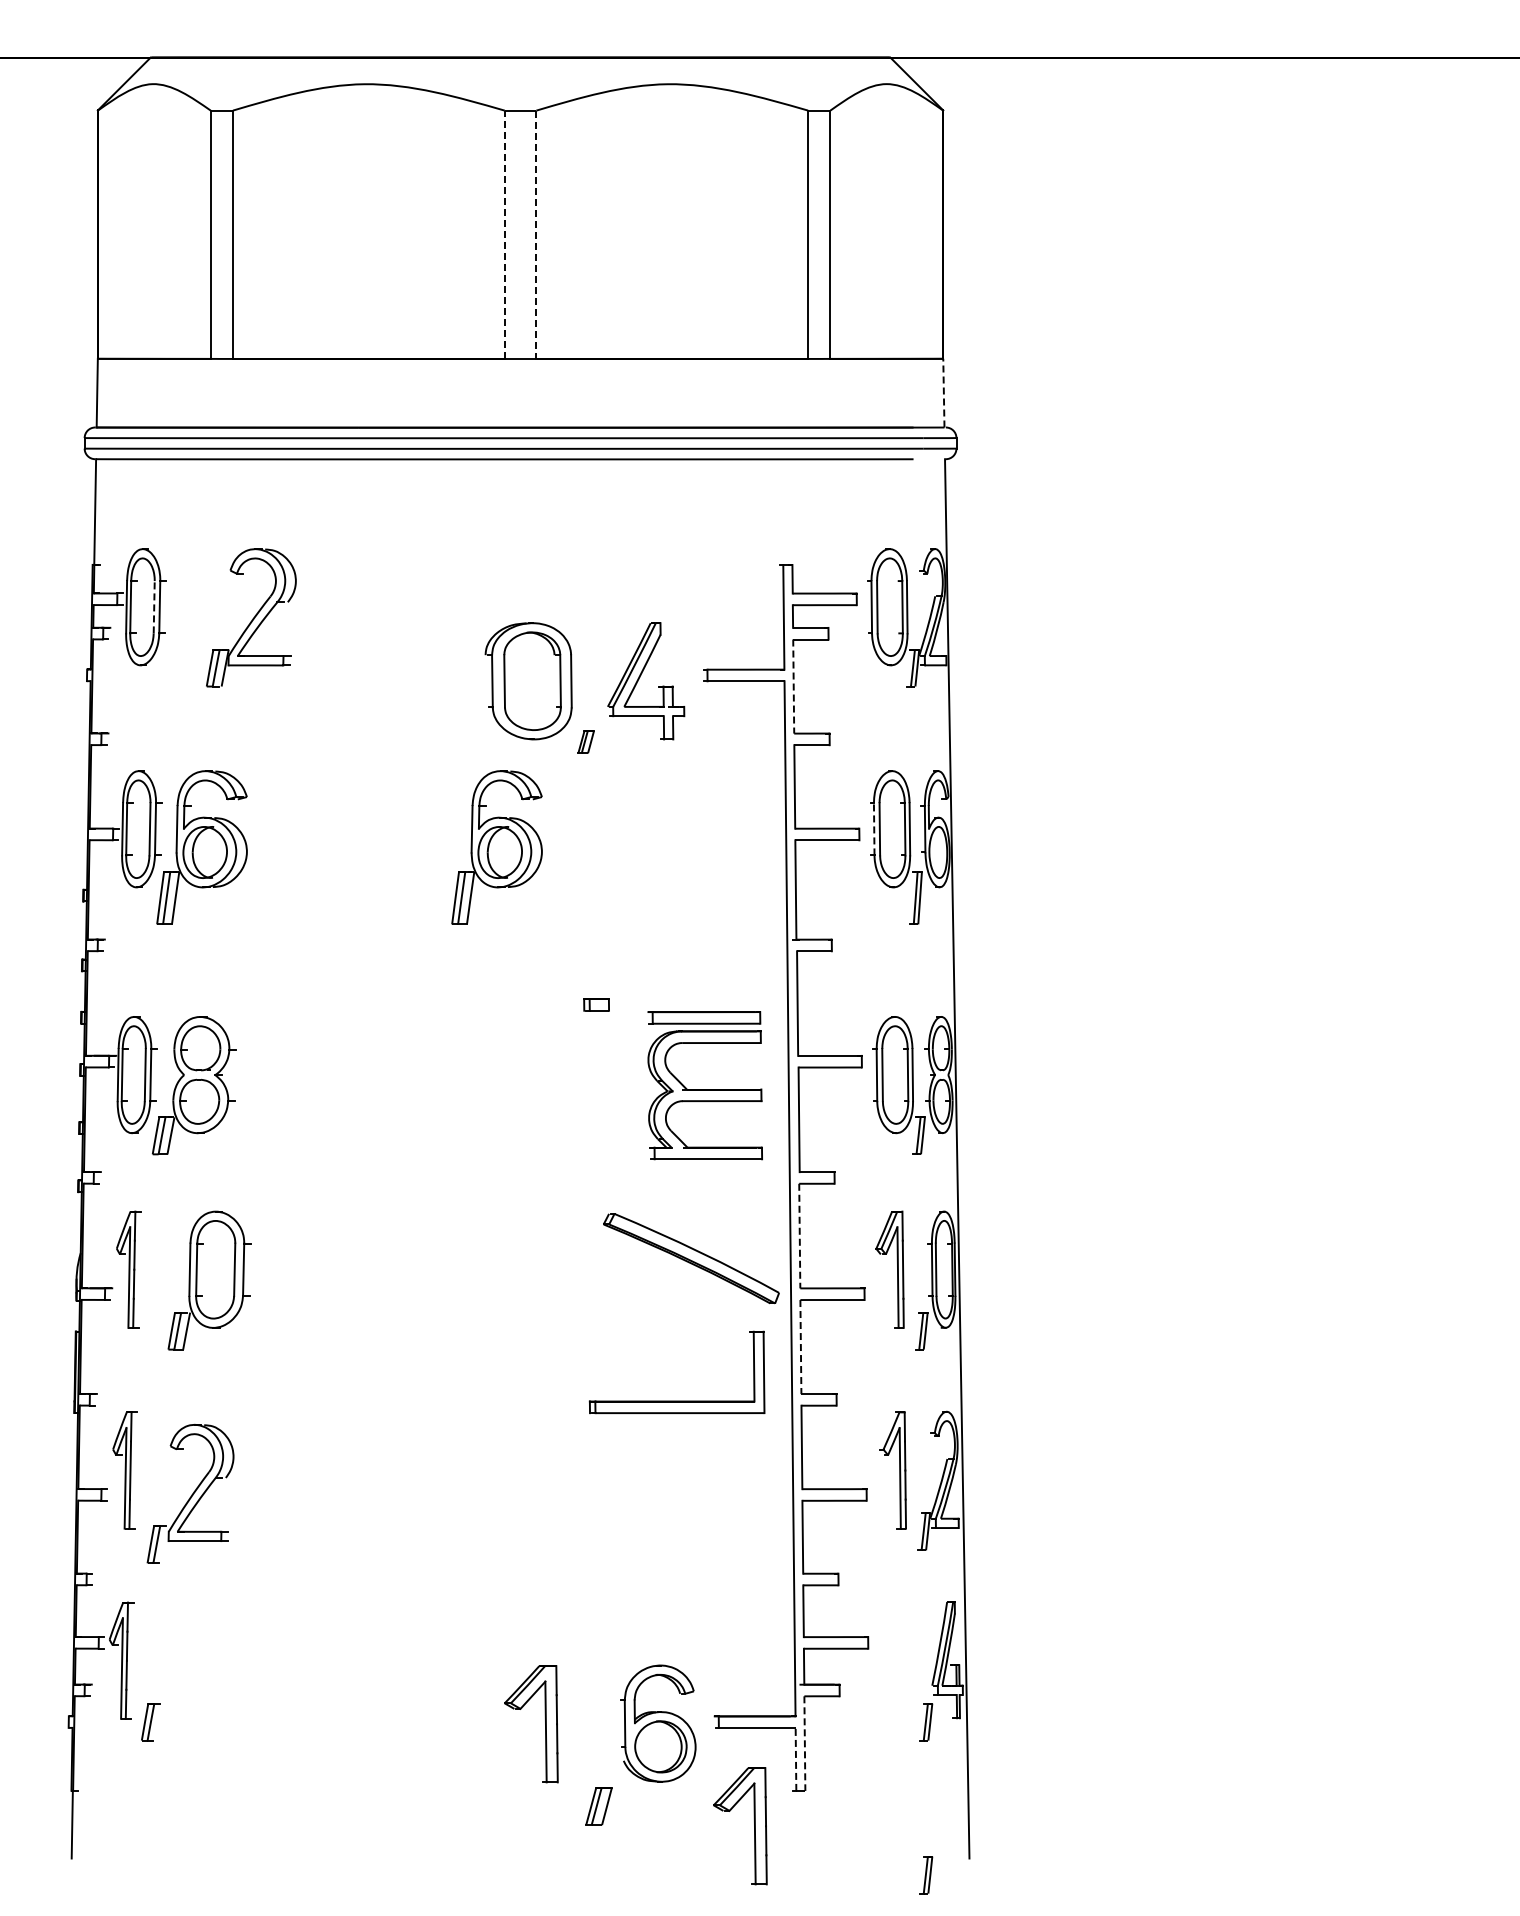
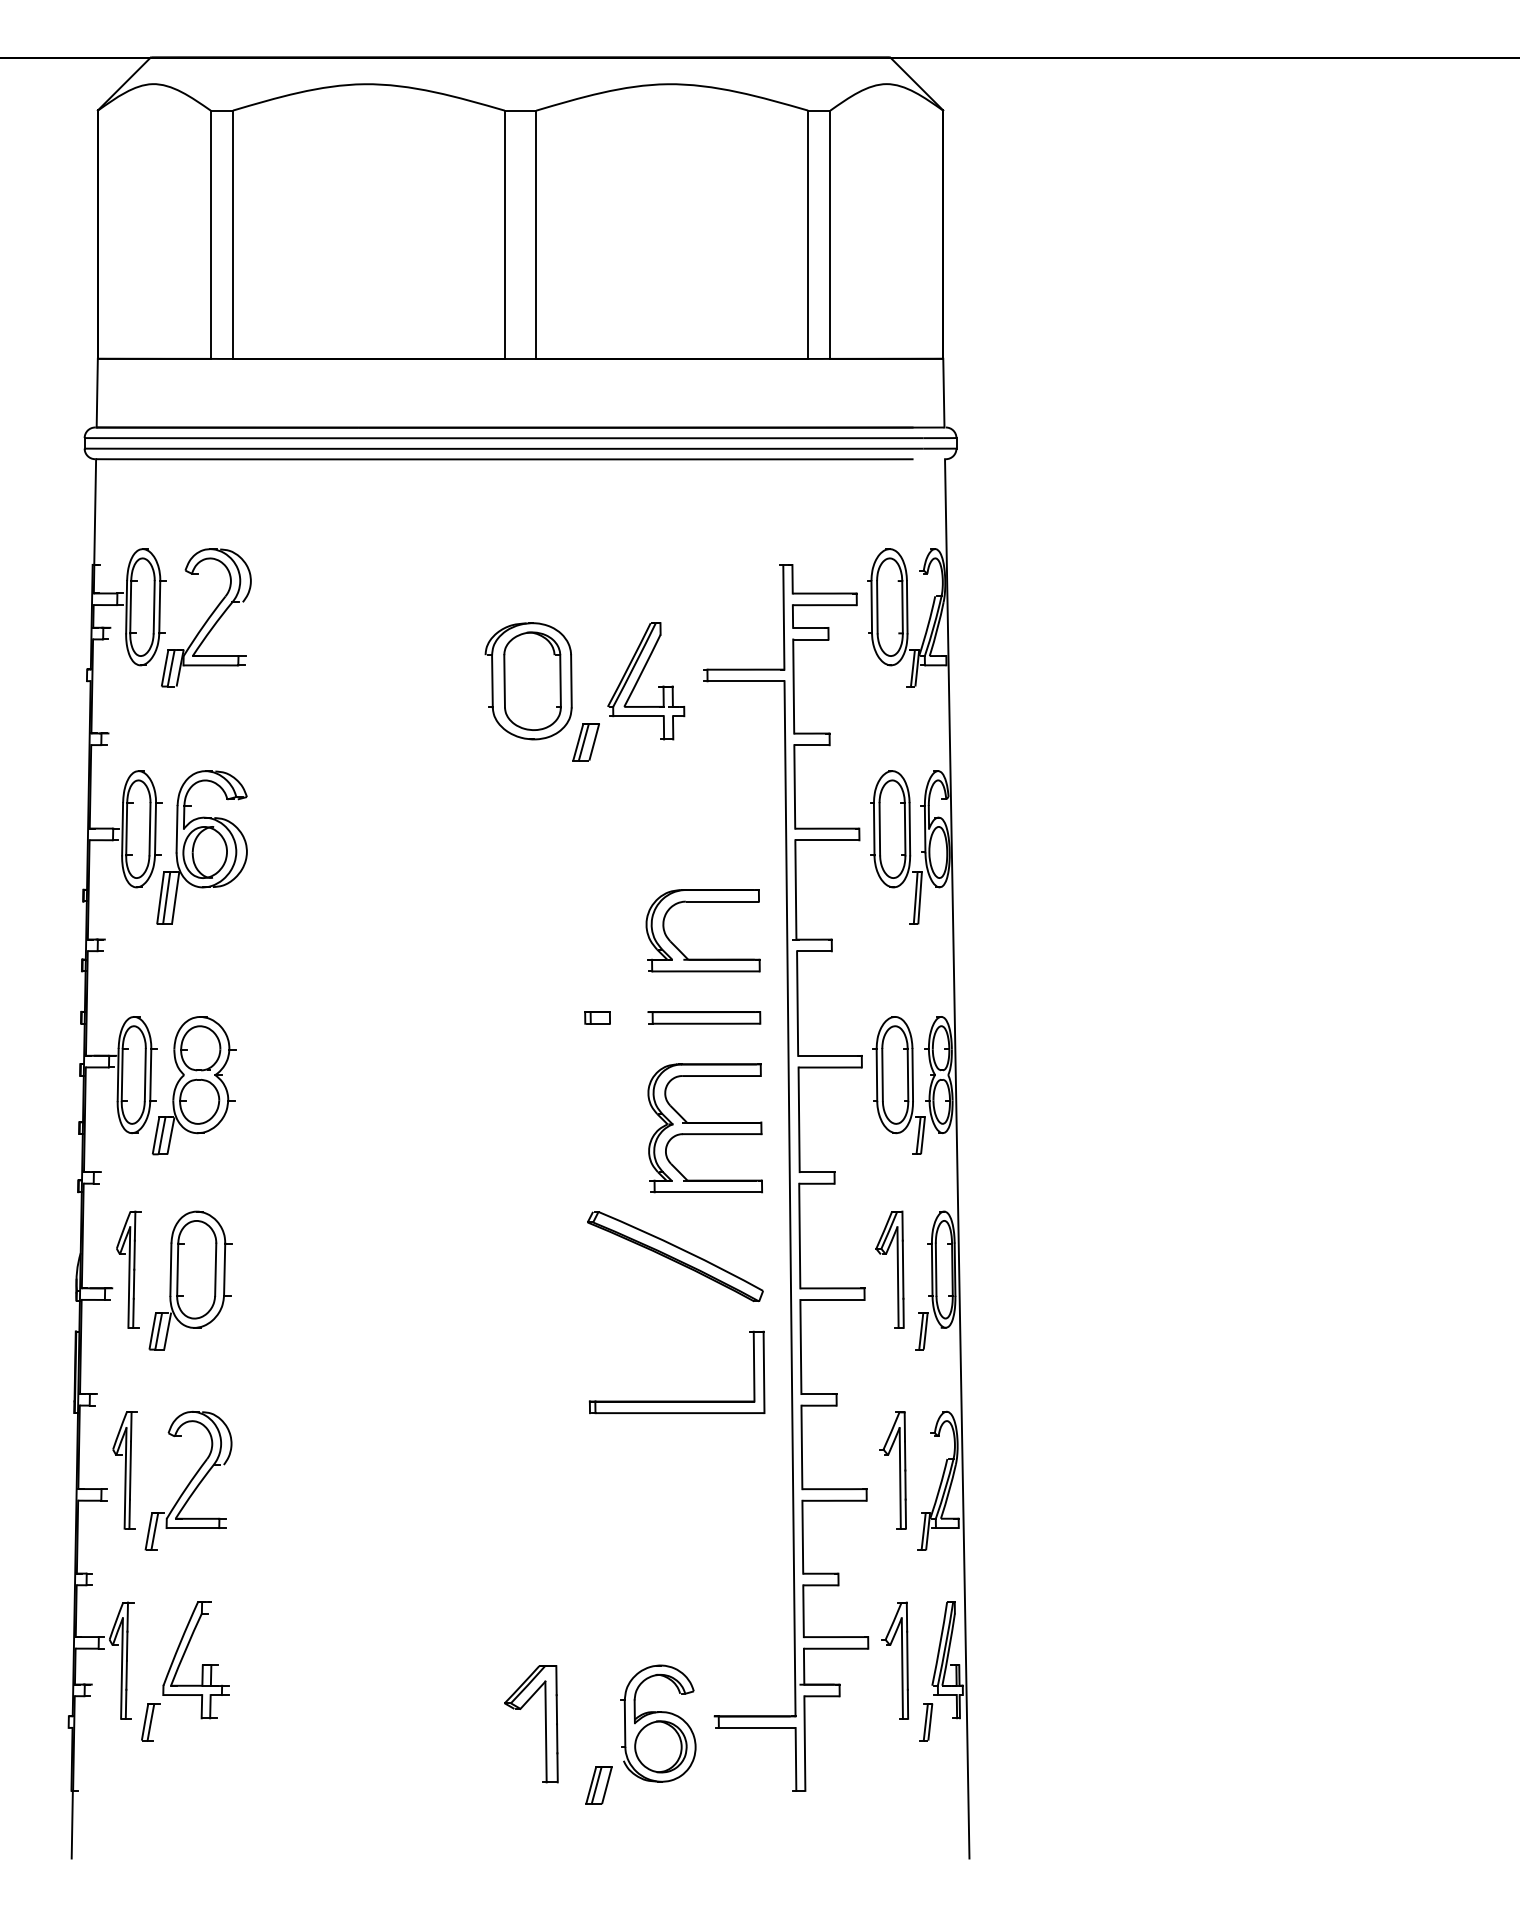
line at (504, 234): dashed -> solid
line at (536, 235): dashed -> solid
line at (943, 392): dashed -> solid
line at (154, 606): dashed -> solid
part at (251, 617) position: (251, 617) -> (206, 617)
line at (793, 687): dashed -> solid
part at (585, 741) size: 18x24 px -> 28x39 px
line at (874, 828): dashed -> solid
part at (496, 847): present -> none
part at (702, 902): none -> present
part at (596, 1004) position: (596, 1004) -> (597, 1017)
part at (704, 1095) position: (704, 1095) -> (704, 1128)
line at (799, 1236): dashed -> solid
part at (691, 1258) position: (691, 1258) -> (675, 1256)
part at (209, 1280) position: (209, 1280) -> (190, 1280)
line at (800, 1347): dashed -> solid
part at (190, 1493) position: (190, 1493) -> (188, 1480)
part at (901, 1660): none -> present
part at (201, 1665): none -> present
line at (804, 1744): dashed -> solid
line at (795, 1758): dashed -> solid
part at (598, 1806) position: (598, 1806) -> (598, 1785)
part at (754, 1826): present -> none
part at (926, 1875): present -> none
